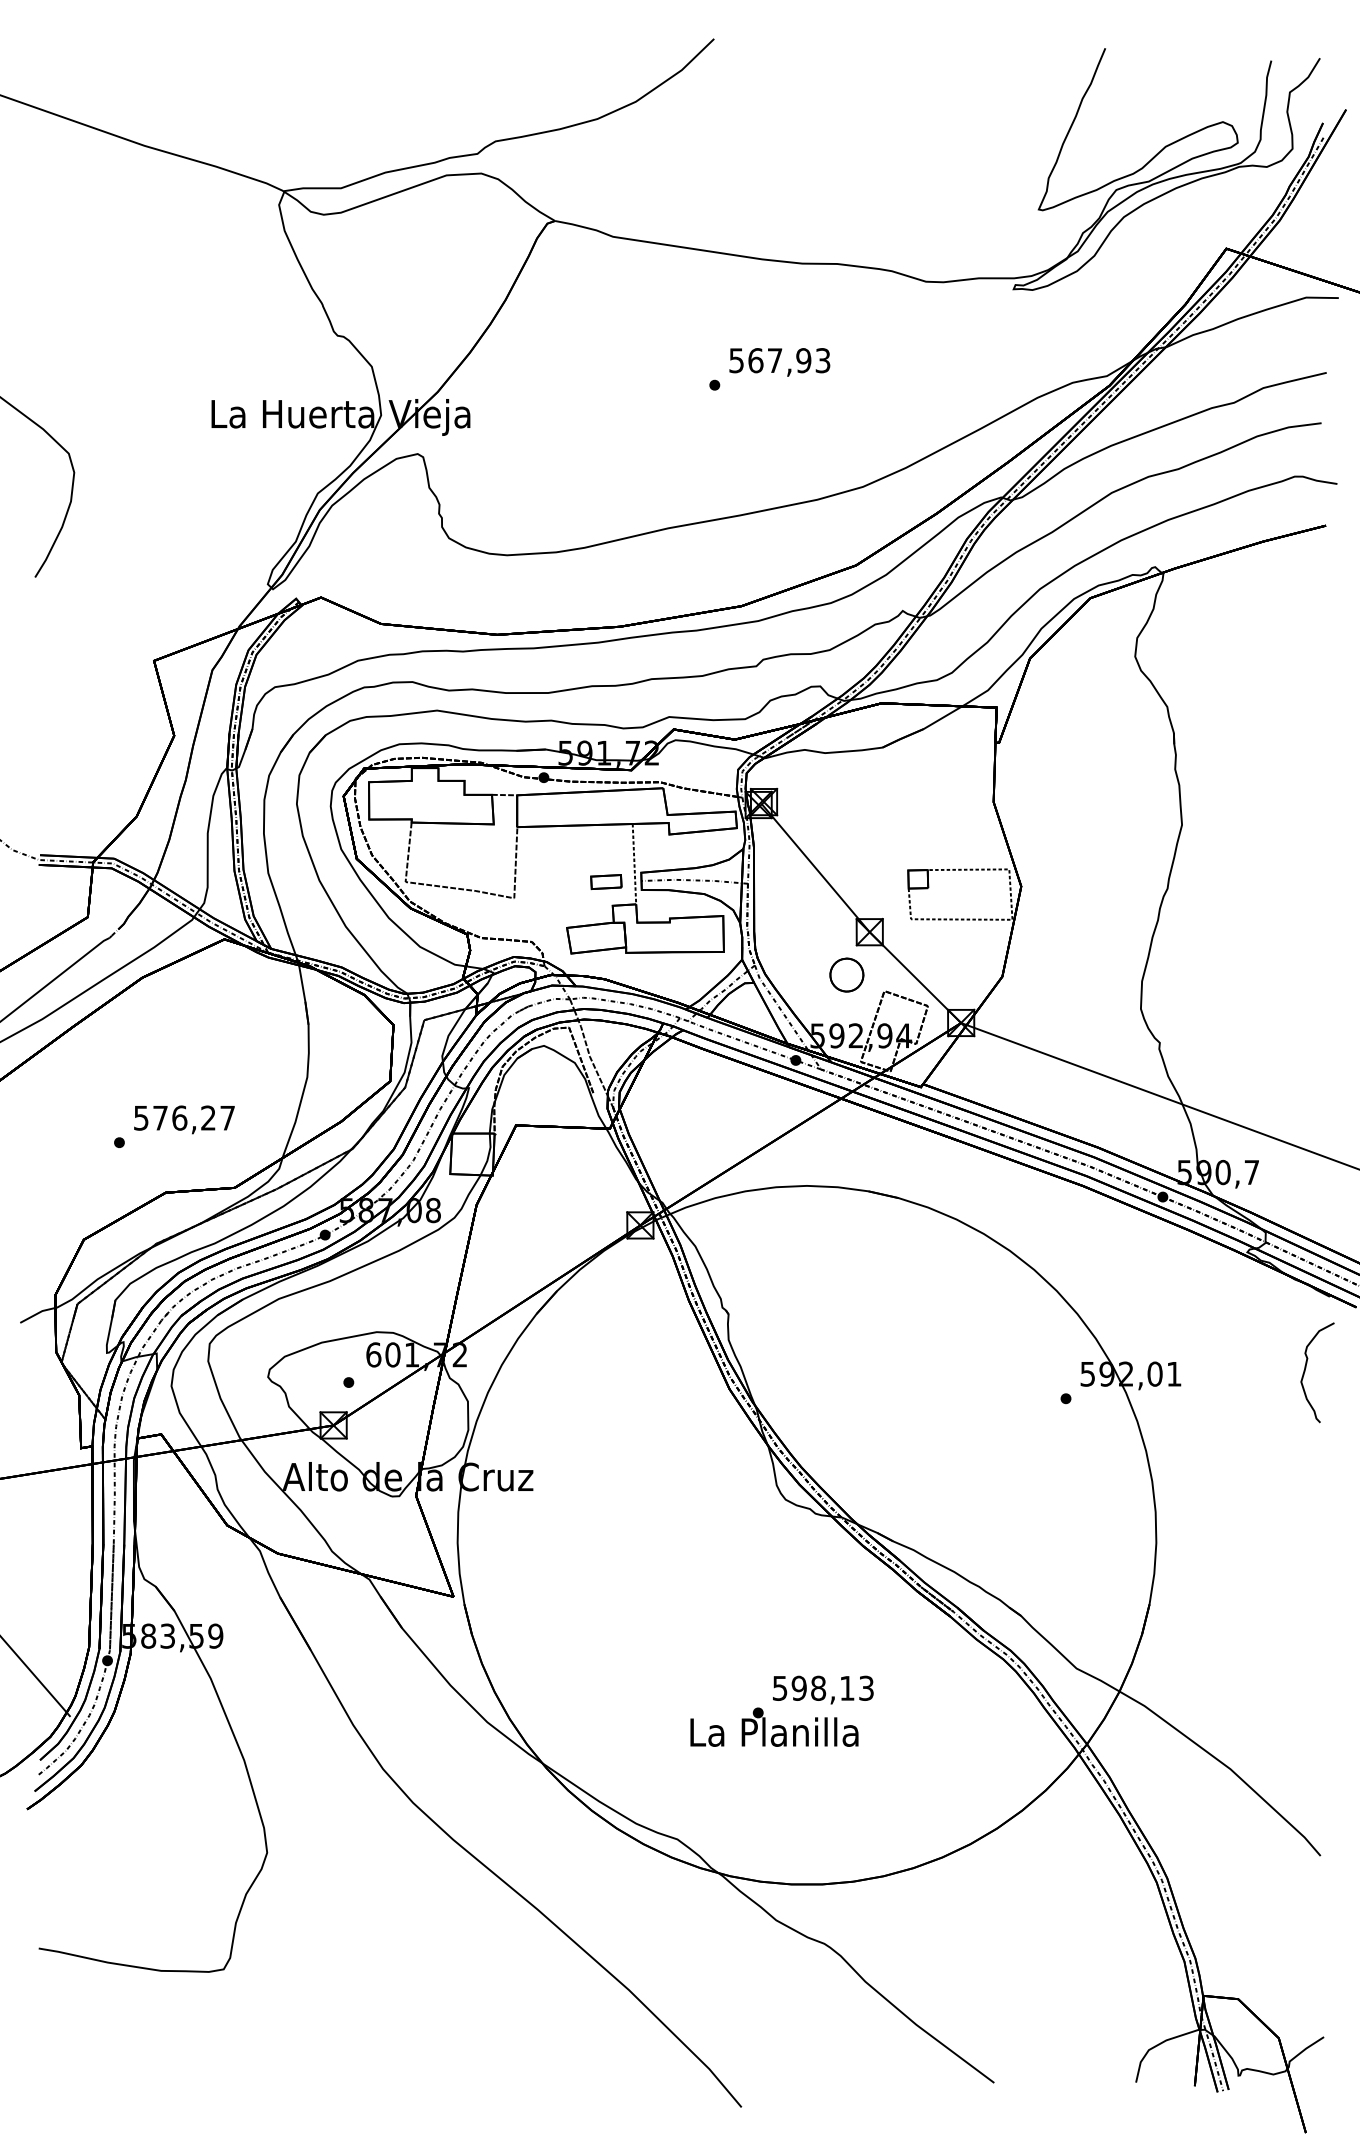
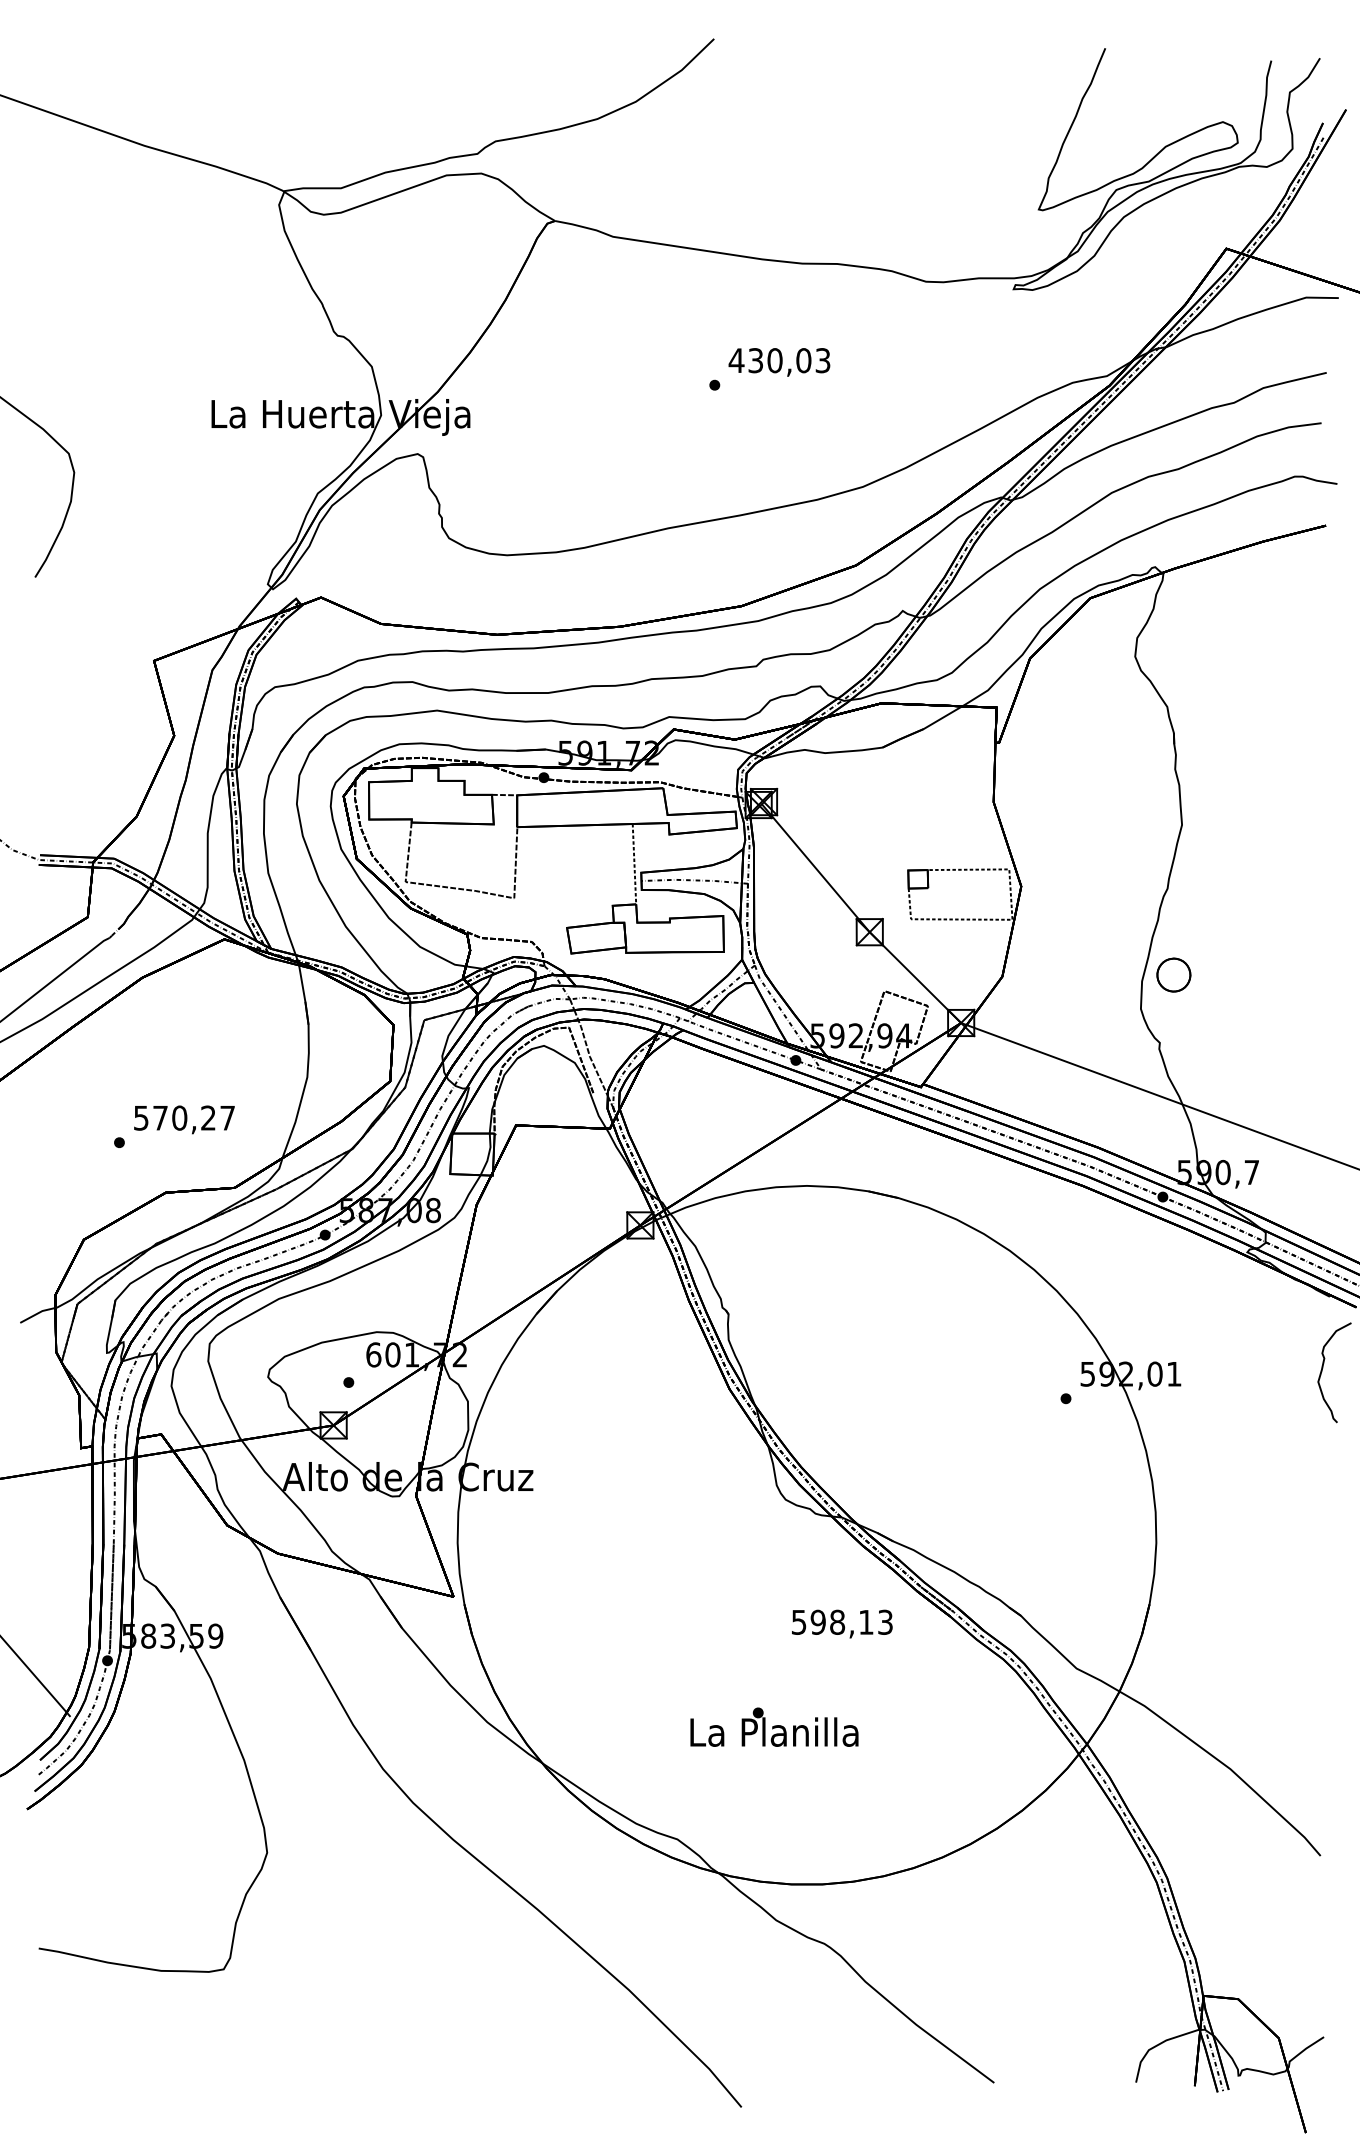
text at (769, 360): 567,93 -> 430,03
part at (606, 882): present -> none
part at (846, 974) position: (846, 974) -> (1173, 974)
text at (179, 1117): 576,27 -> 570,27
curve at (1306, 1368) position: (1306, 1368) -> (1323, 1368)
text at (823, 1689) position: (823, 1689) -> (842, 1623)
